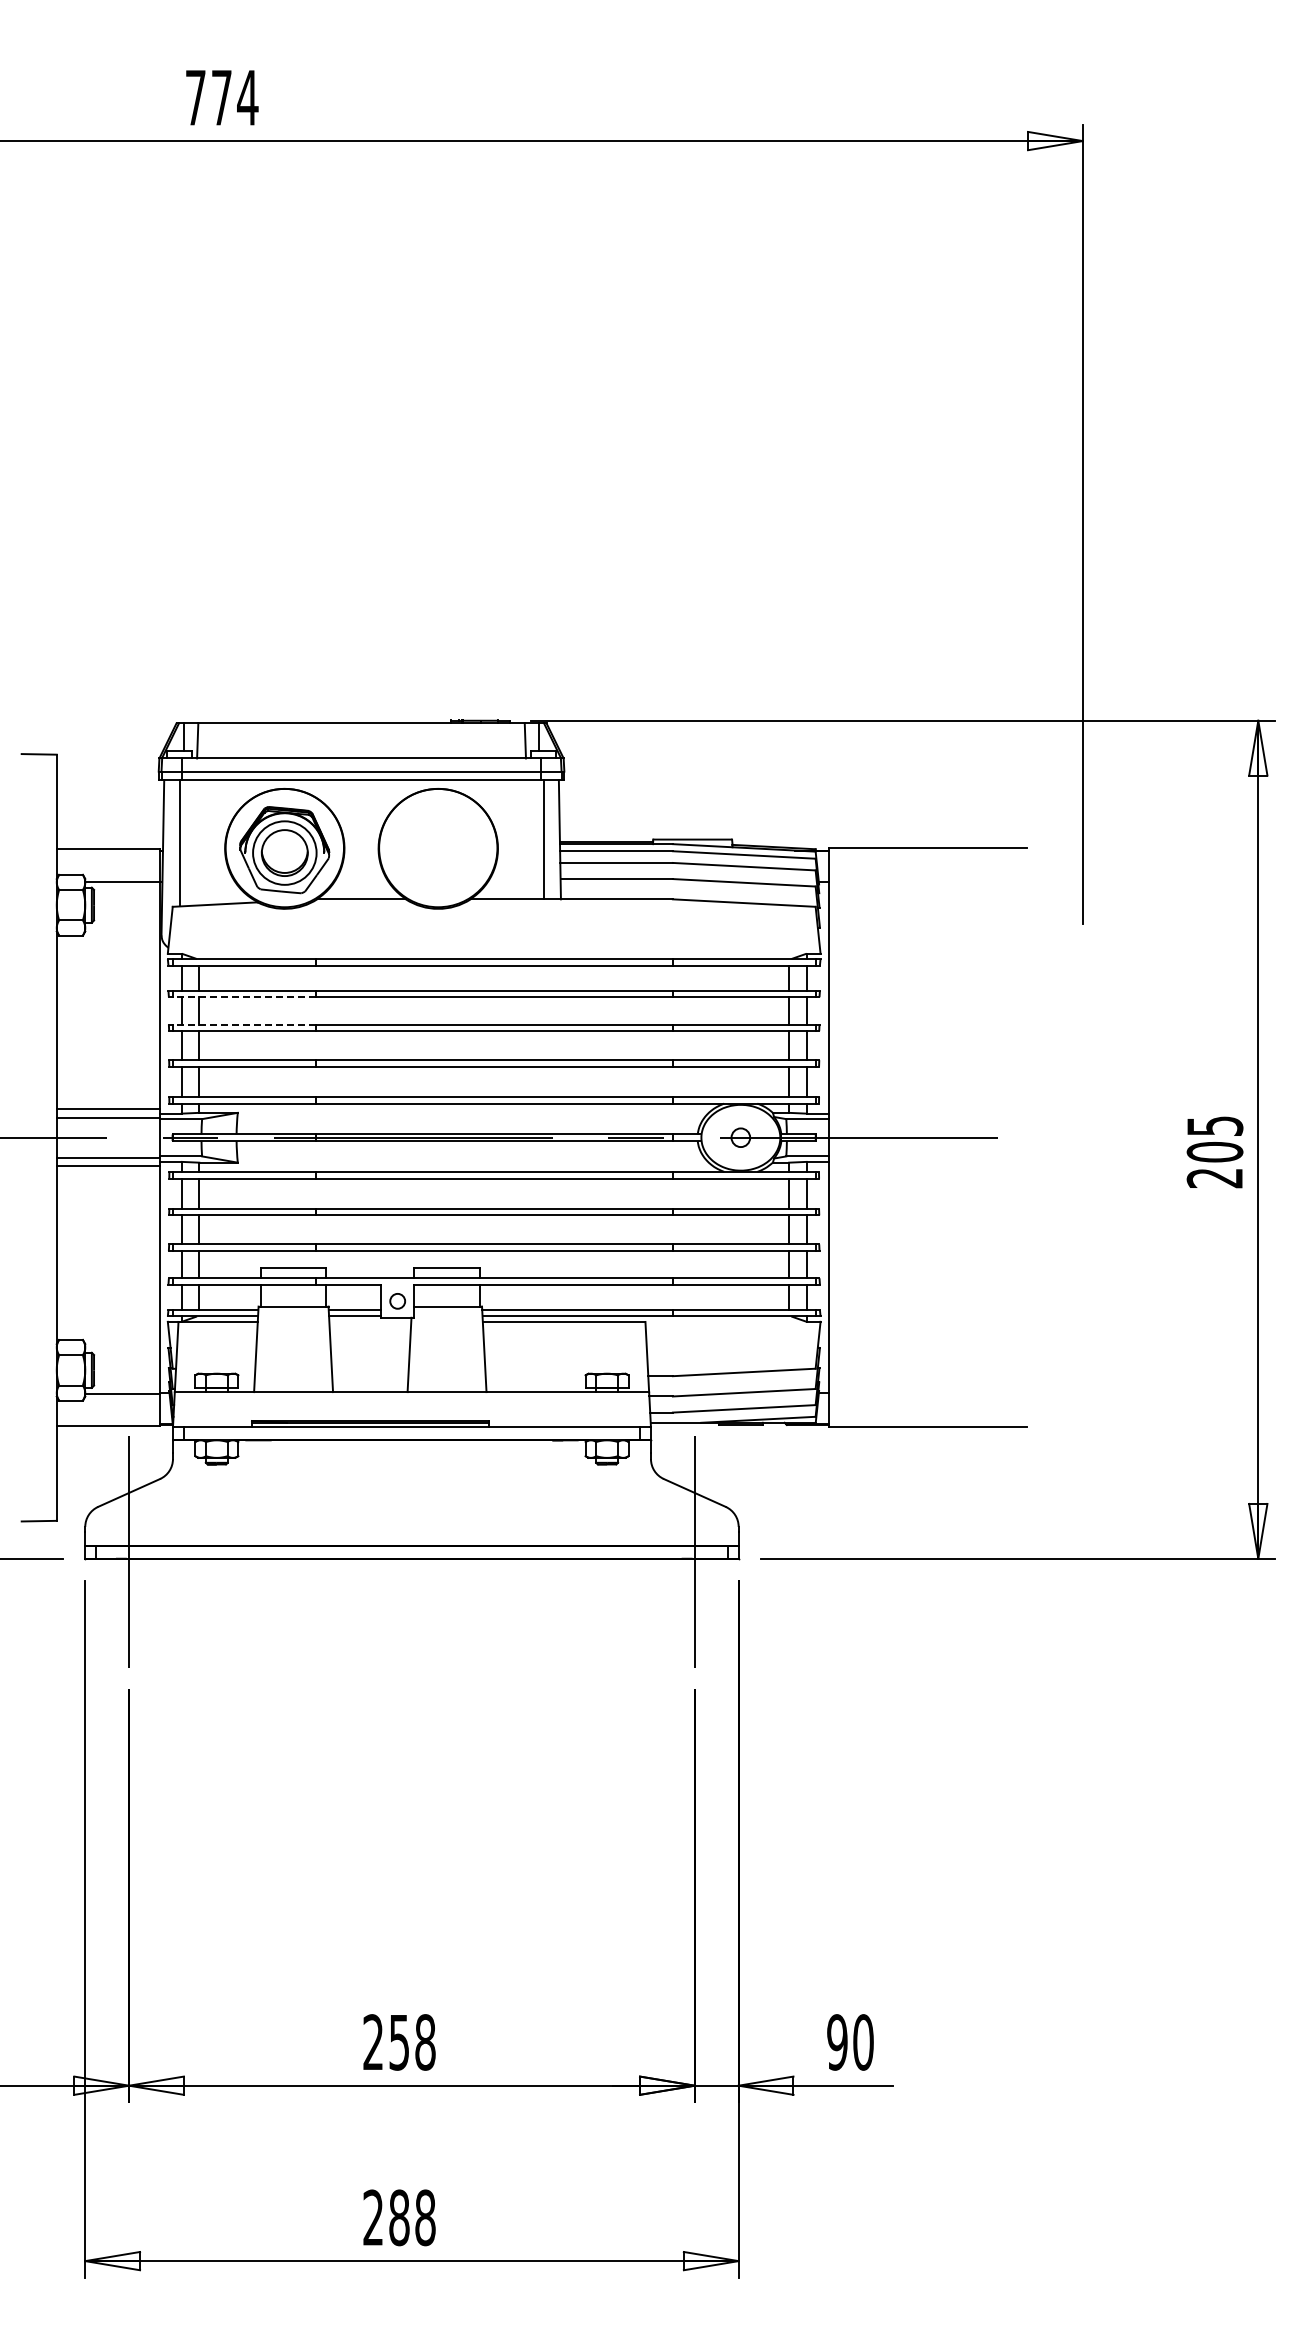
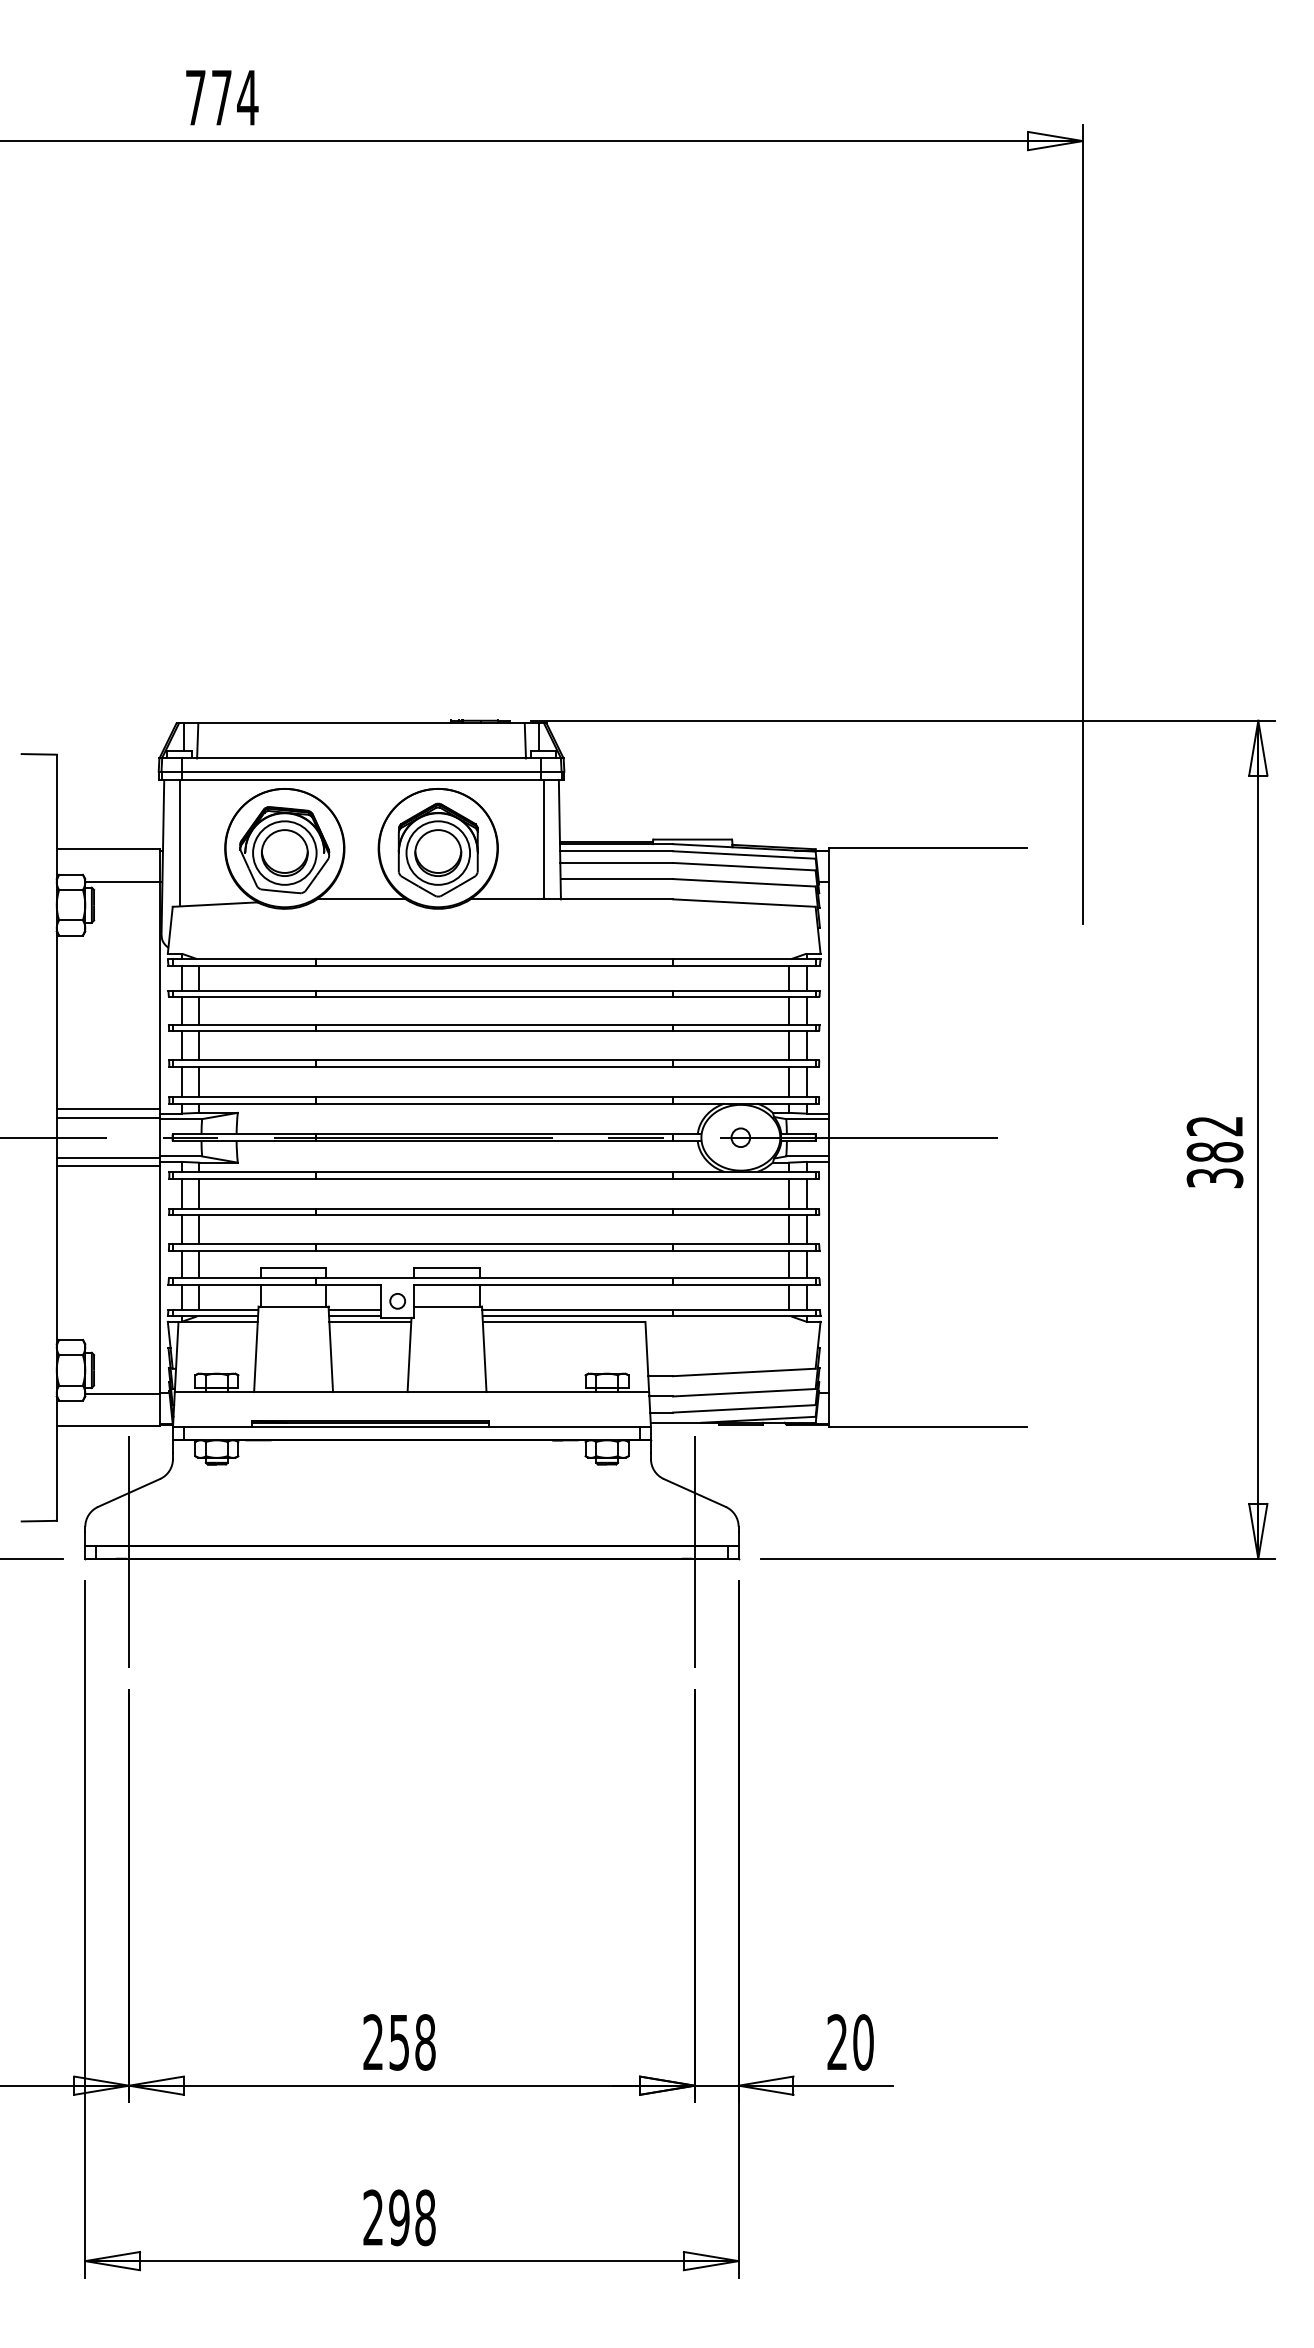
part at (437, 849): none -> present
line at (243, 997): dashed -> solid
line at (243, 1024): dashed -> solid
text at (1214, 1152): 205 -> 382
line at (370, 1321): none -> present
text at (837, 2042): 90 -> 20
text at (399, 2217): 288 -> 298
